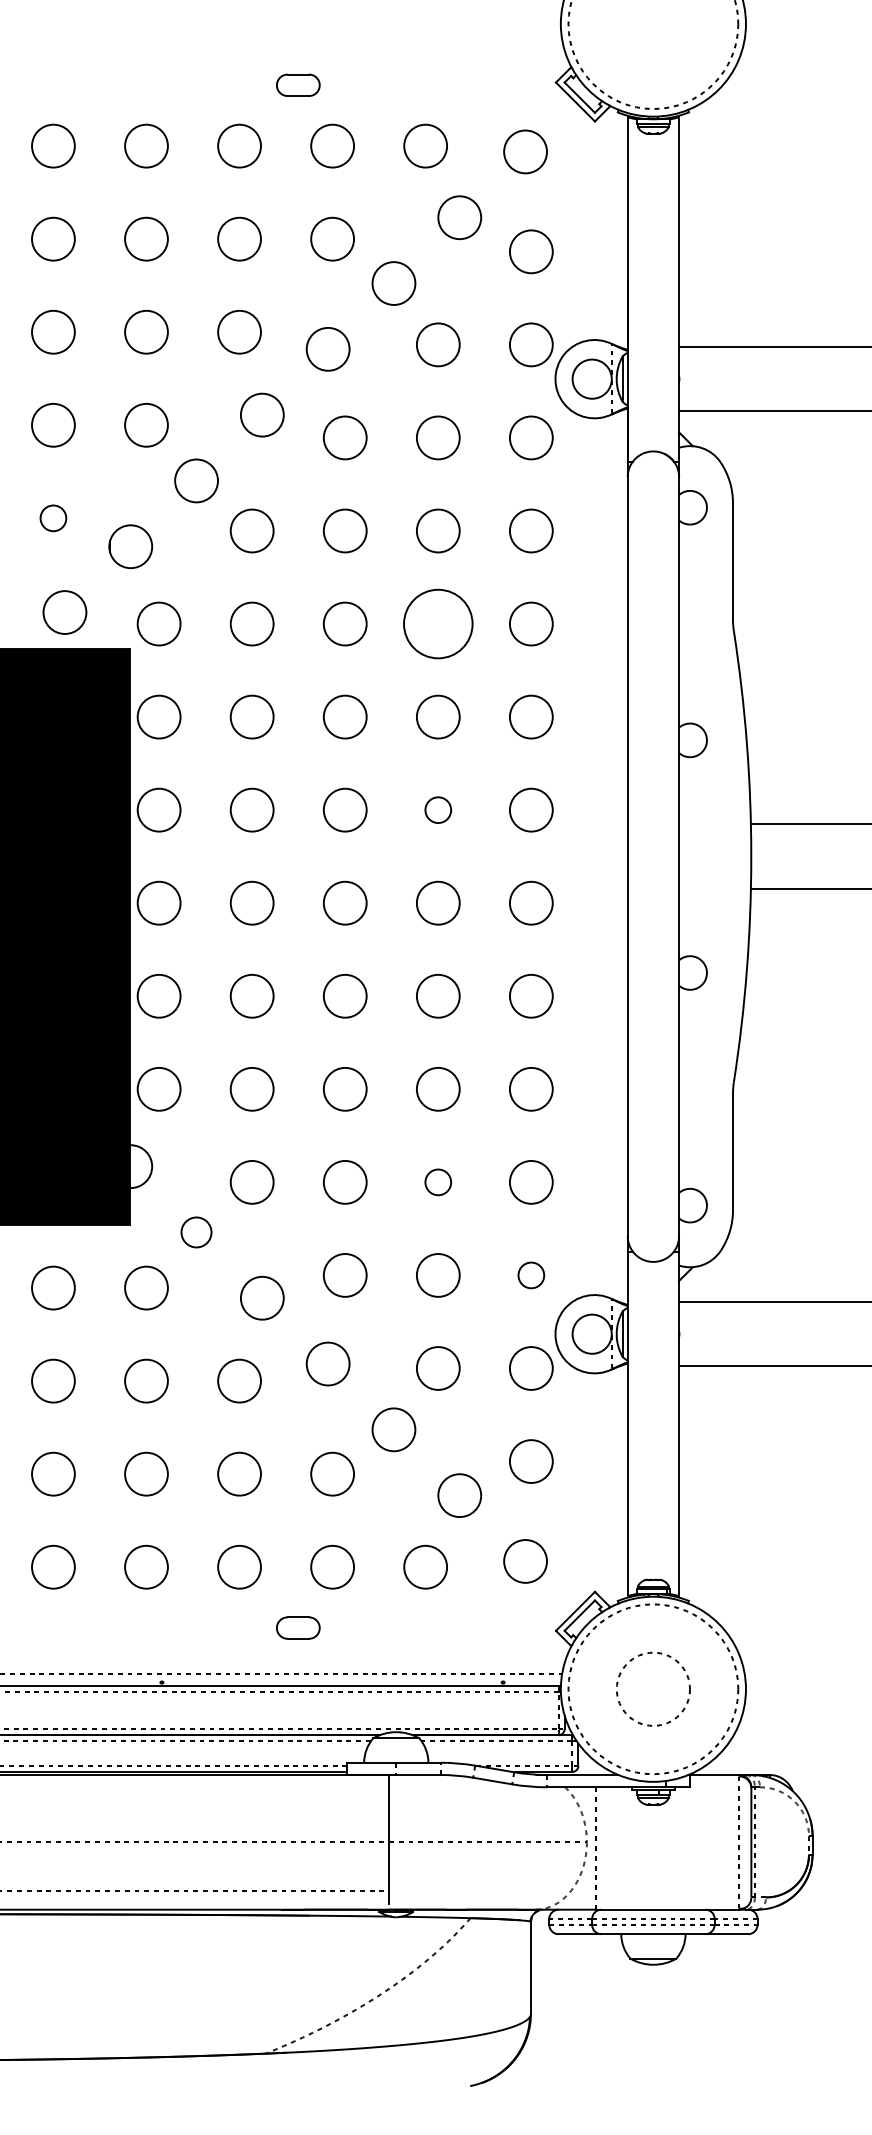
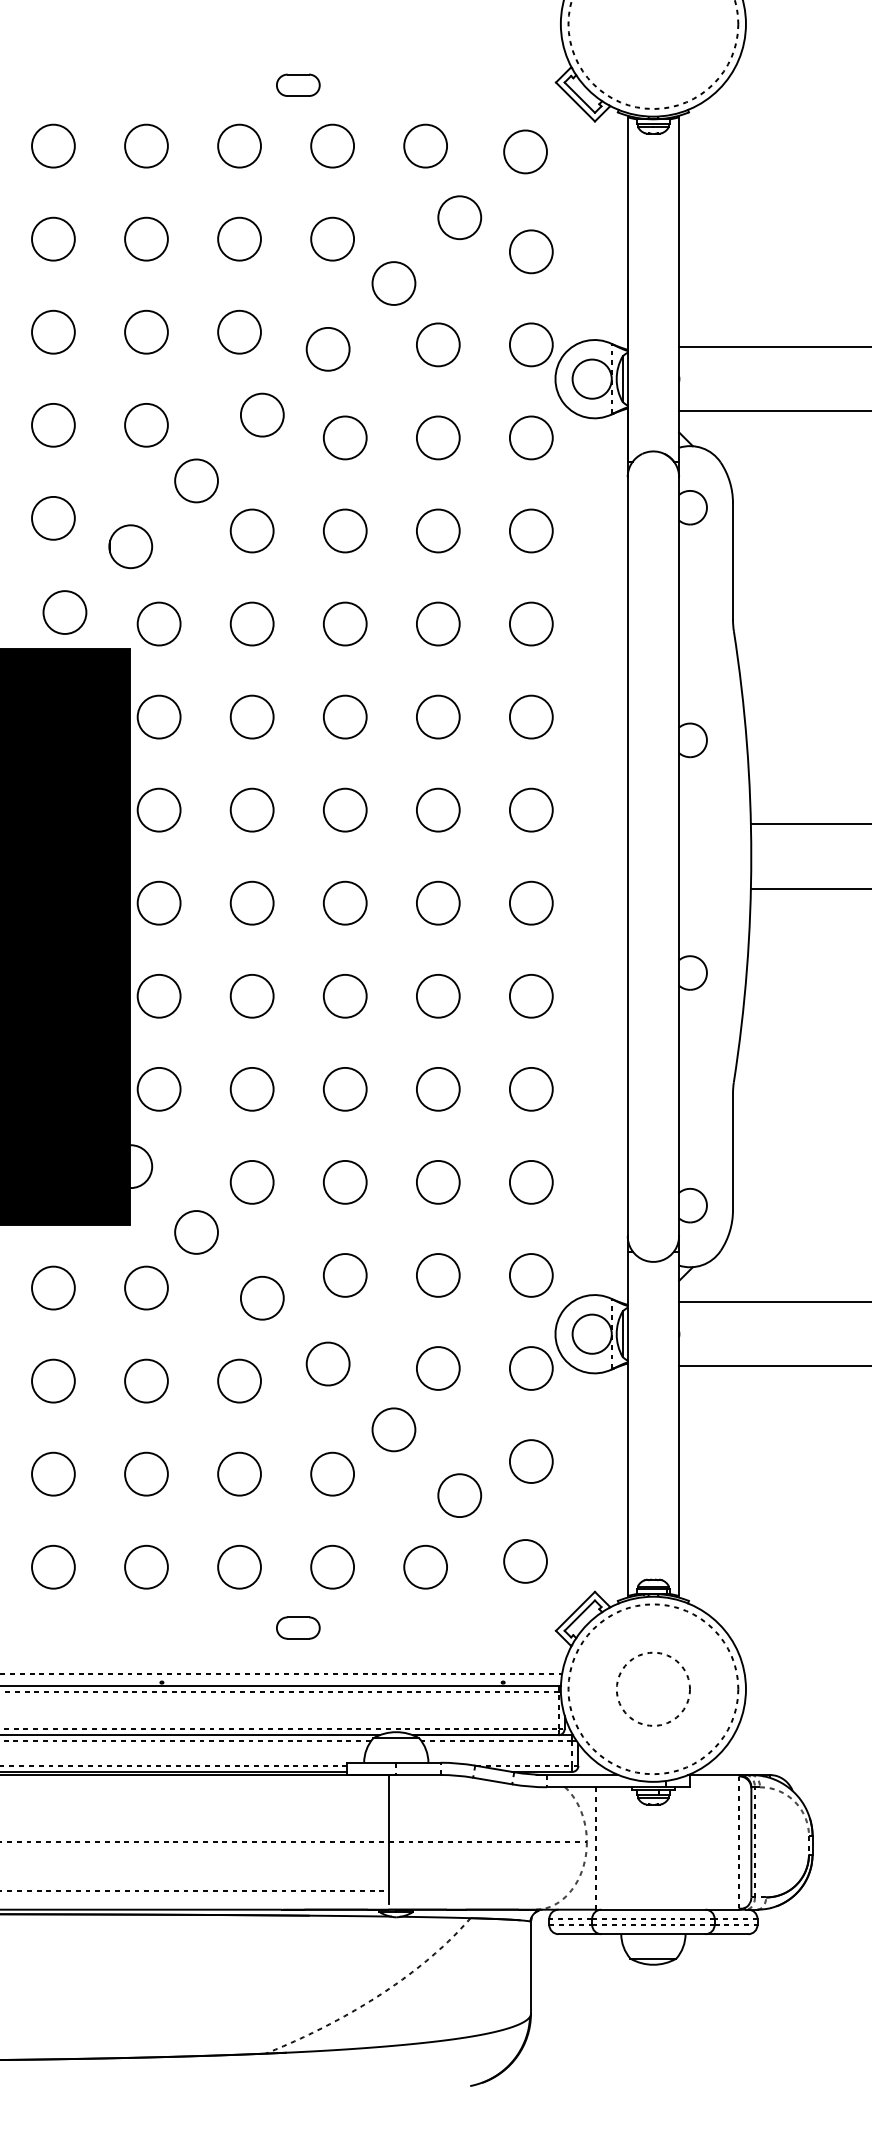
circle at (53, 518) diameter: 26 px -> 43 px
circle at (438, 623) diameter: 69 px -> 43 px
circle at (438, 810) diameter: 26 px -> 43 px
circle at (438, 1182) diameter: 26 px -> 43 px
circle at (196, 1232) size: 33x33 px -> 45x45 px
circle at (531, 1275) diameter: 26 px -> 43 px
